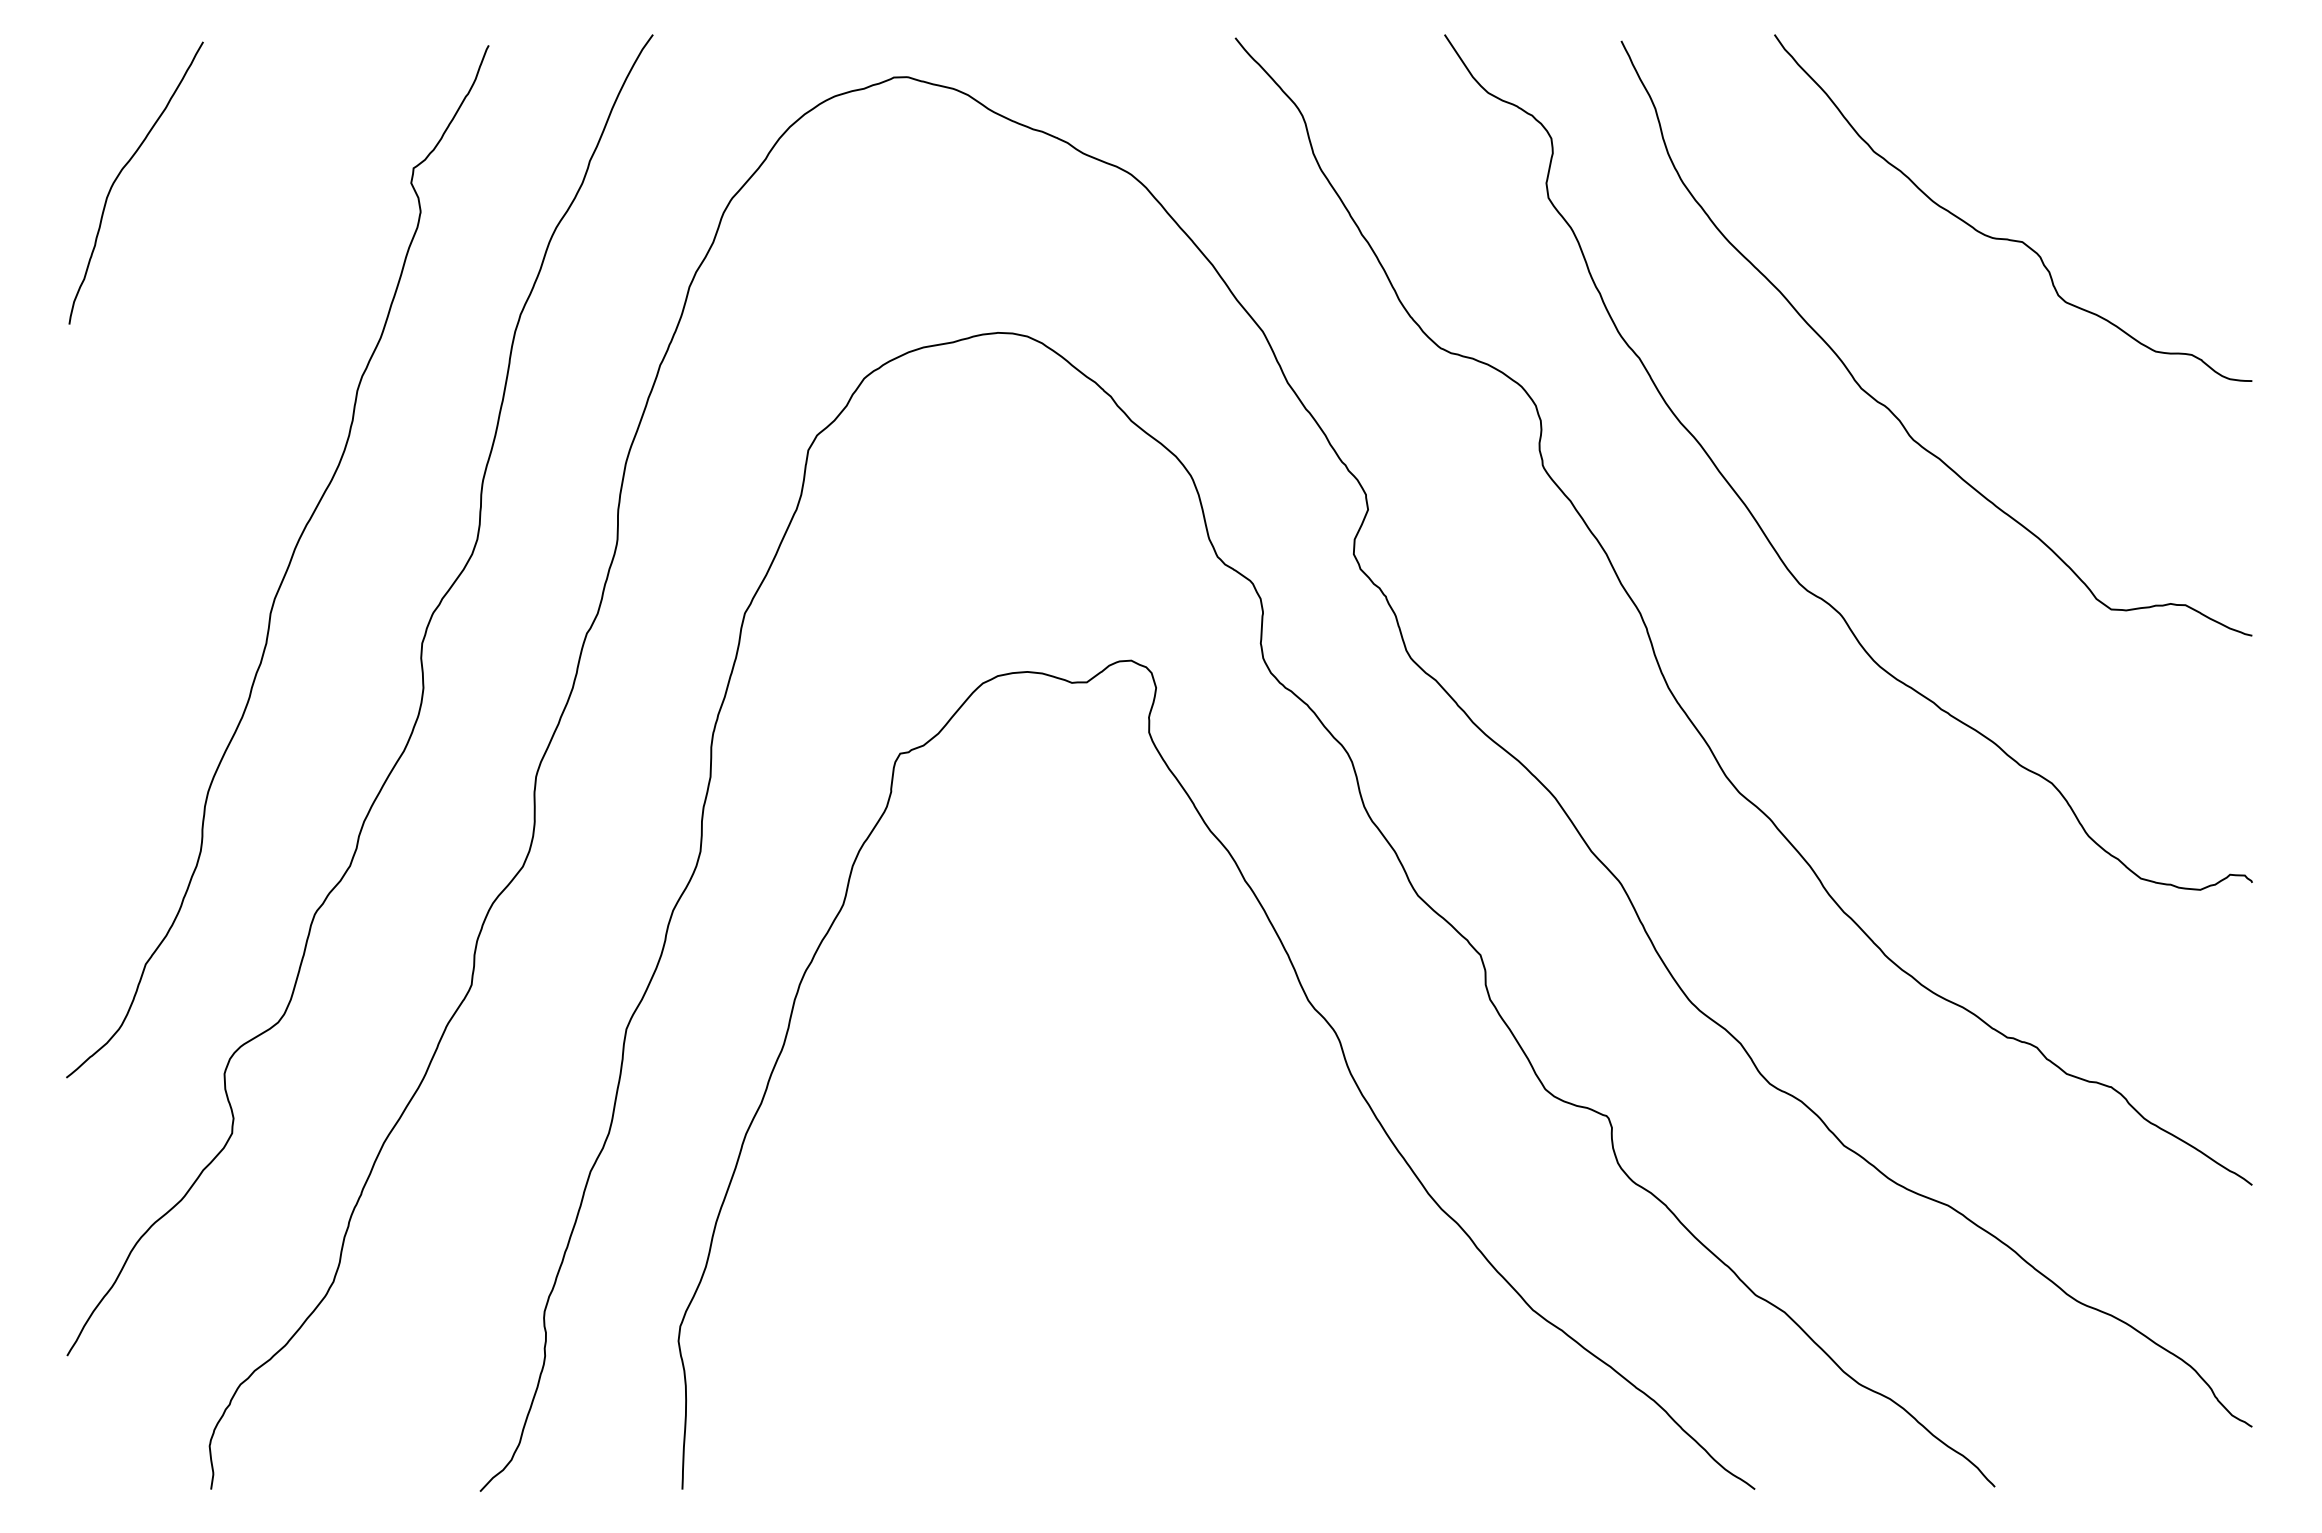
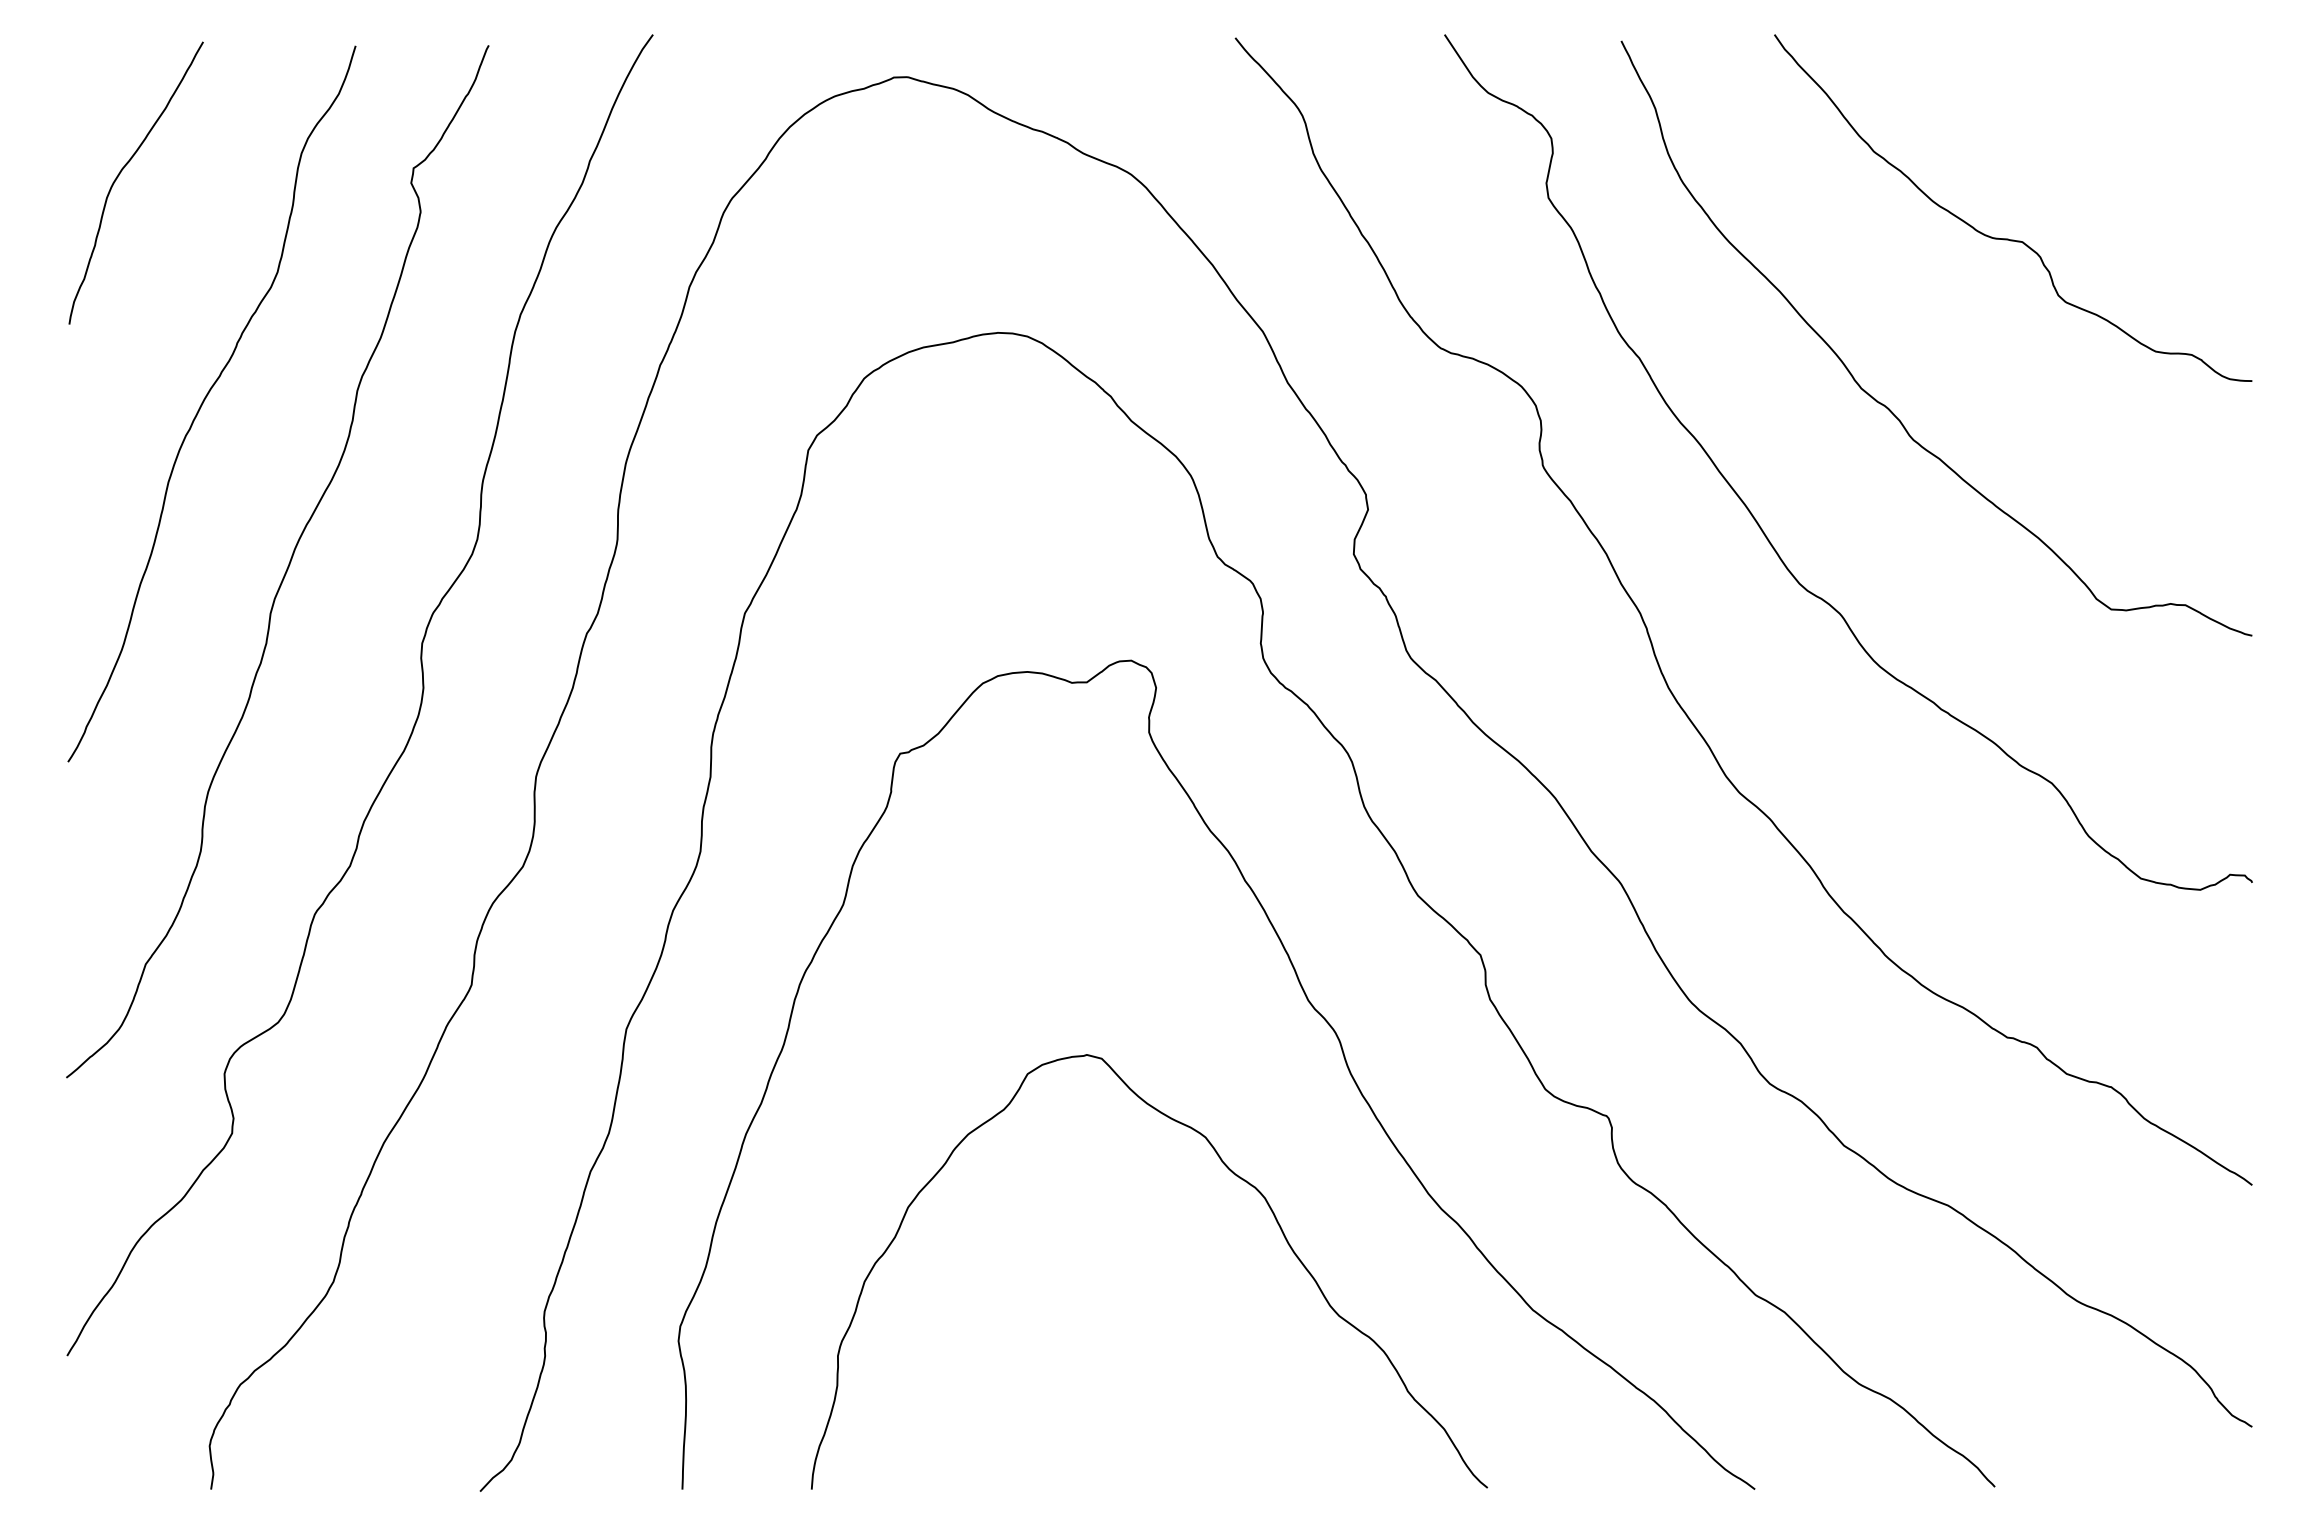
curve at (206, 398): none -> present
curve at (1233, 1174): none -> present
